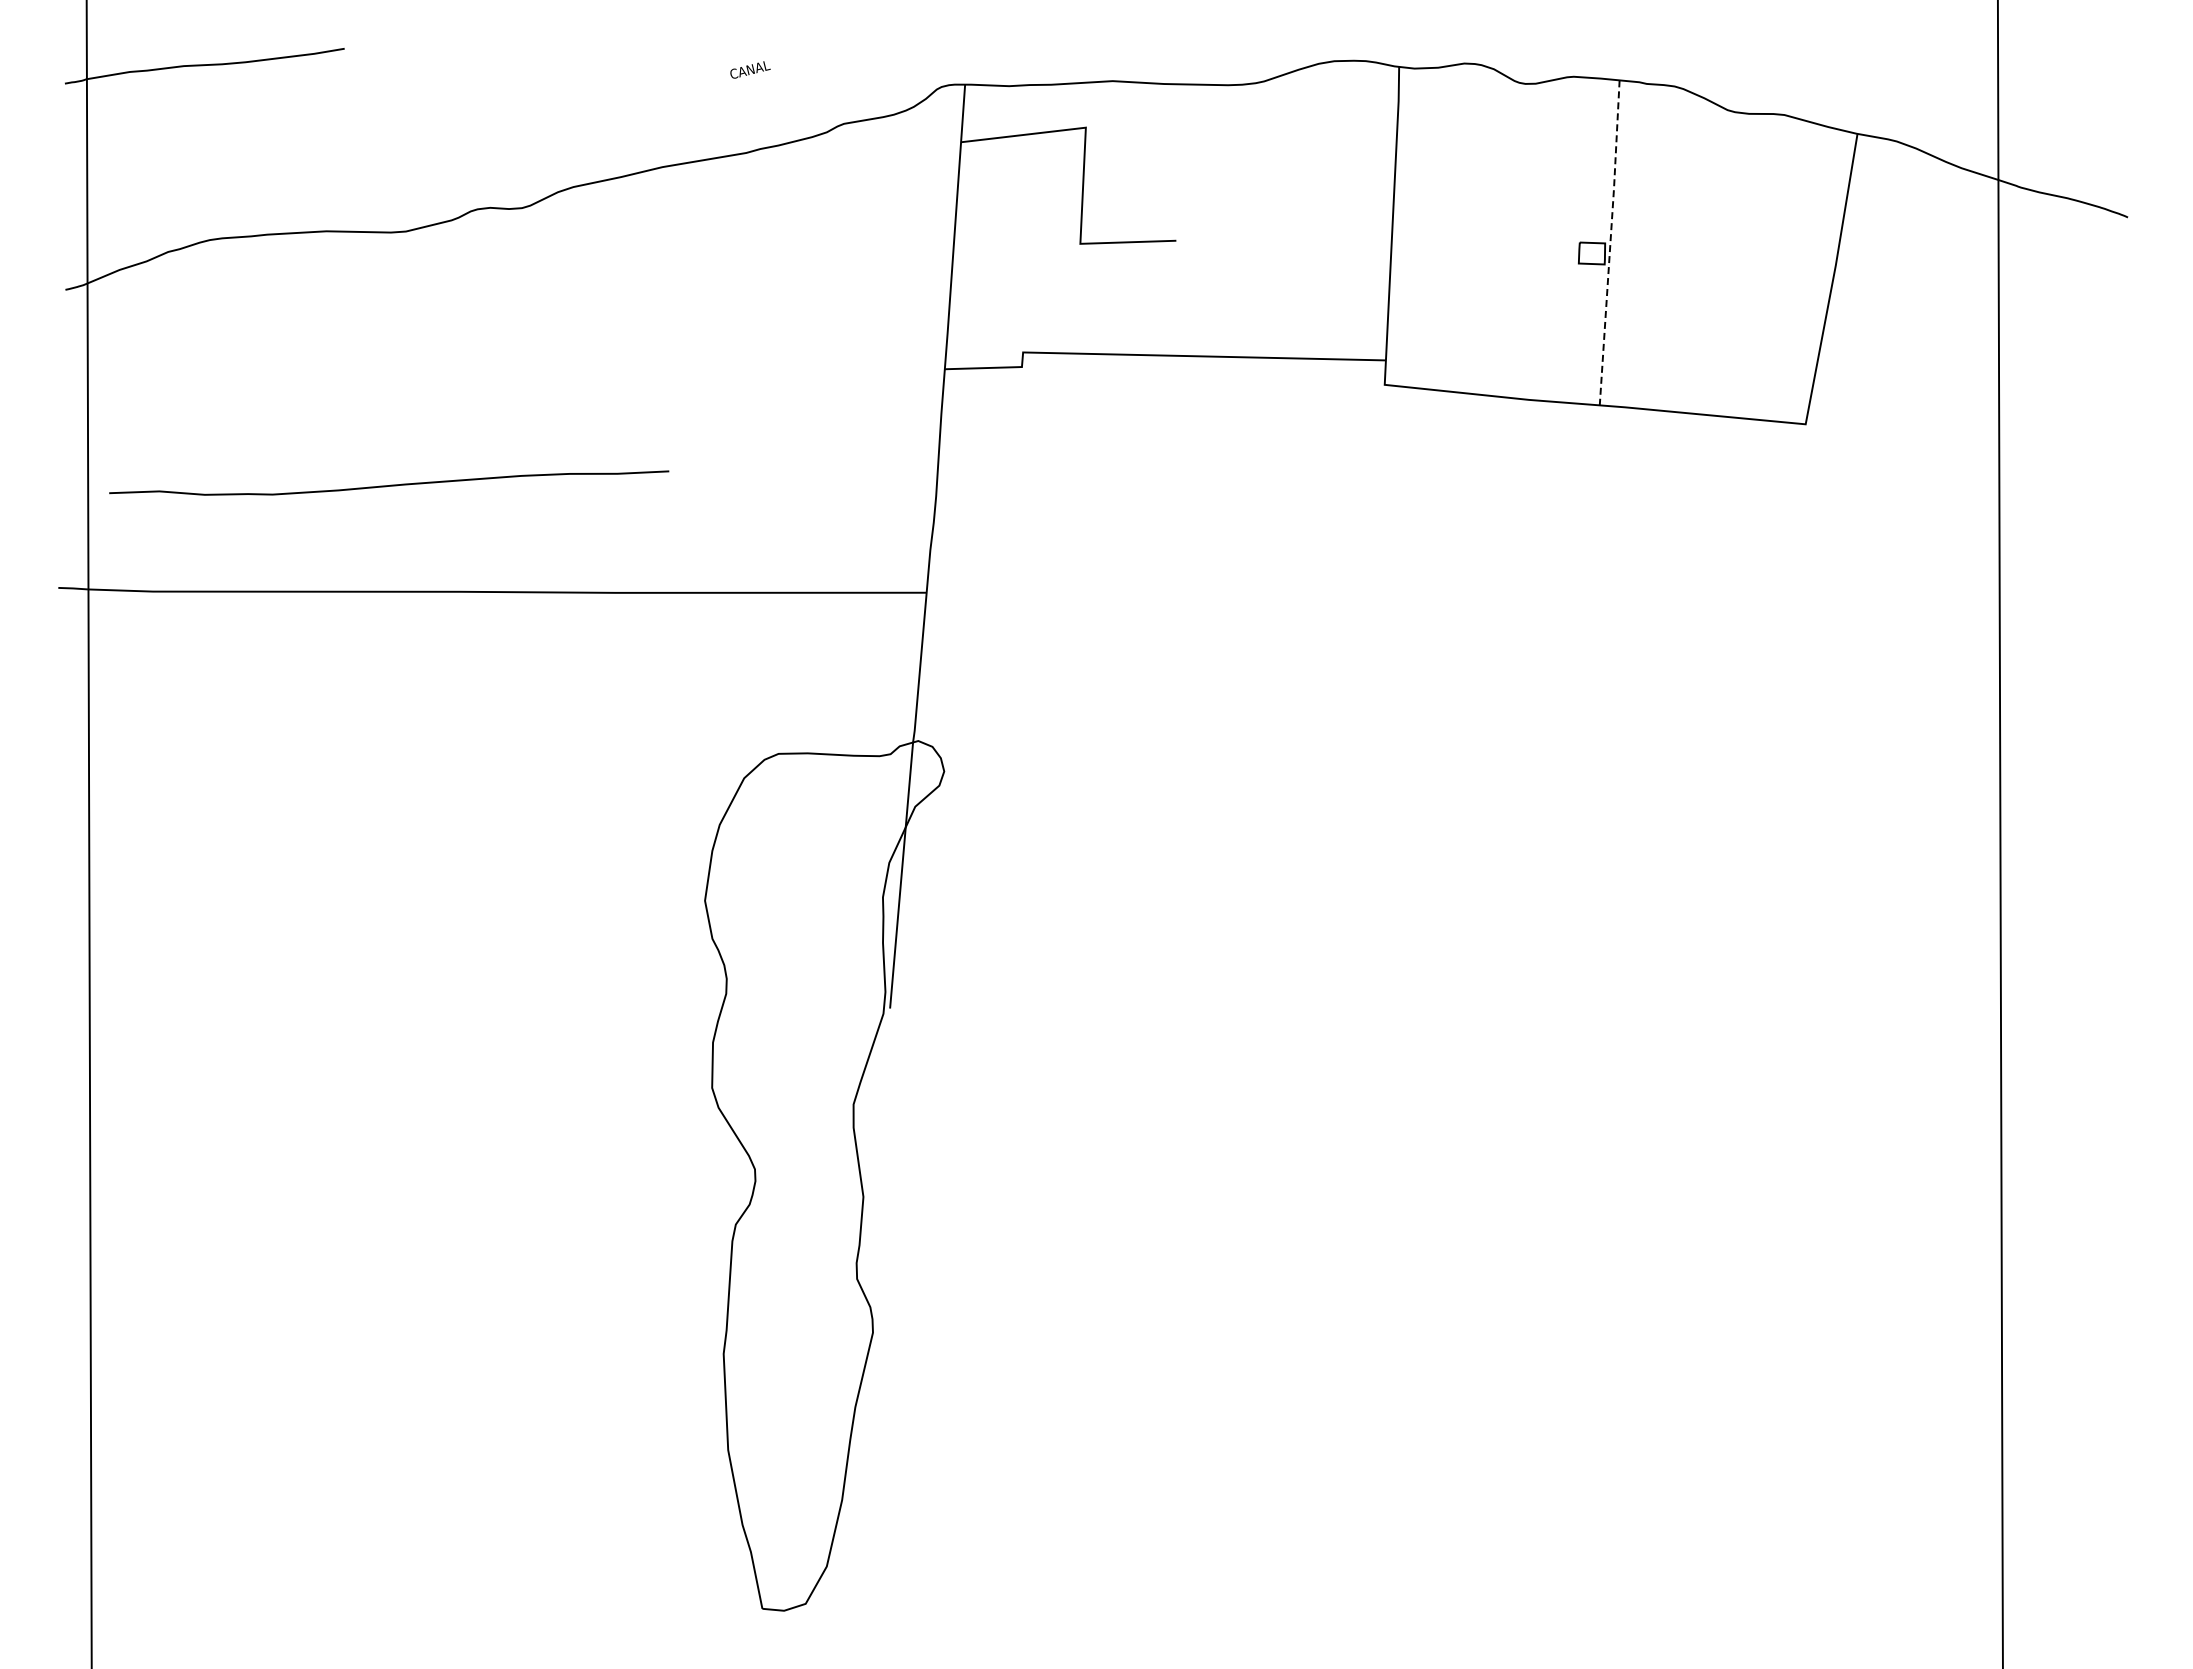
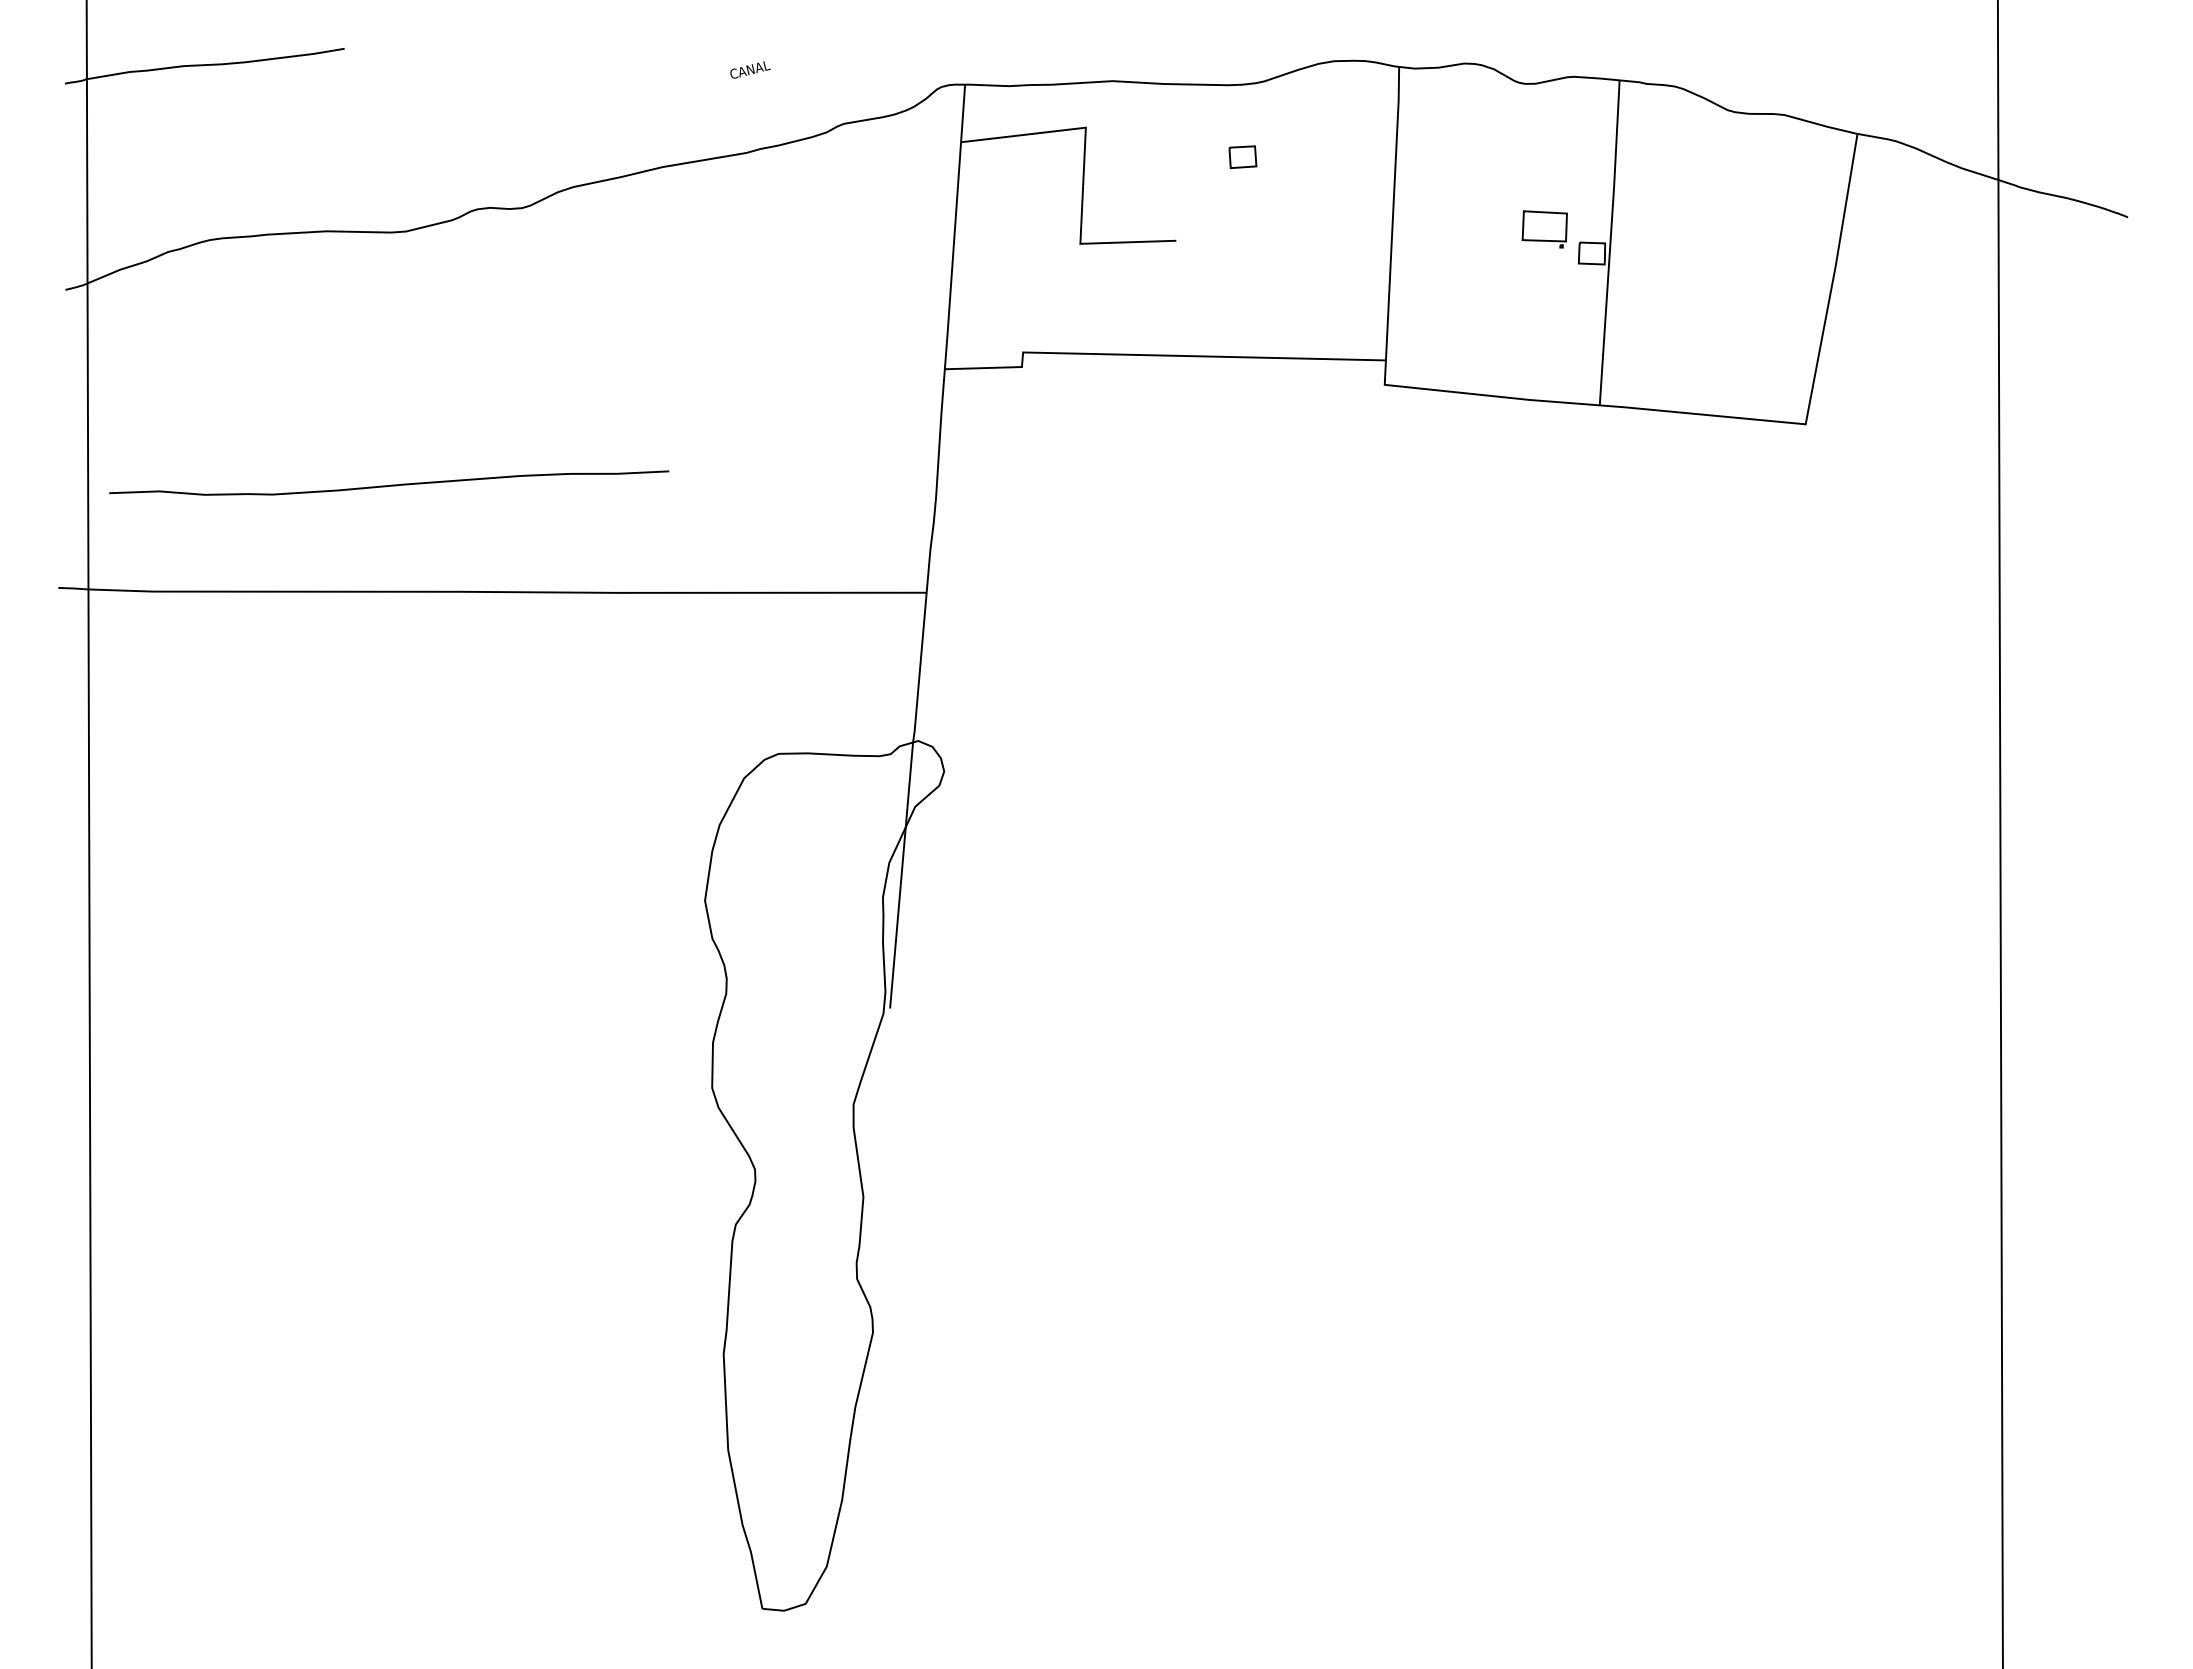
part at (1242, 157): none -> present
part at (1544, 229): none -> present
line at (1610, 242): dashed -> solid
